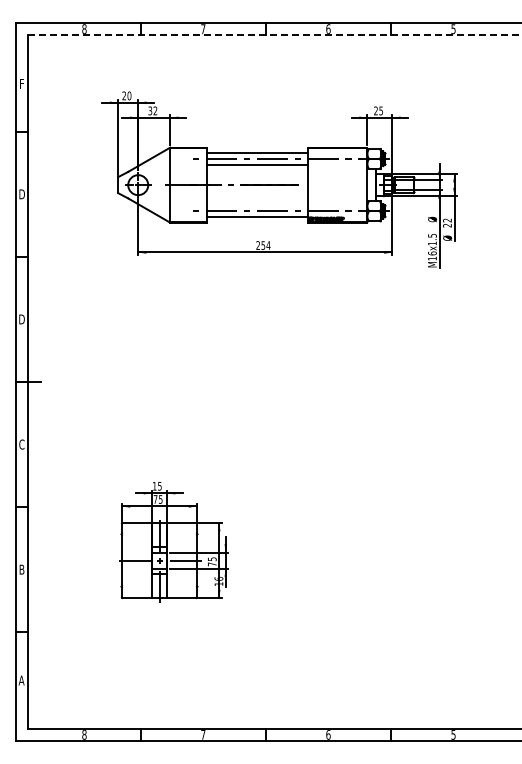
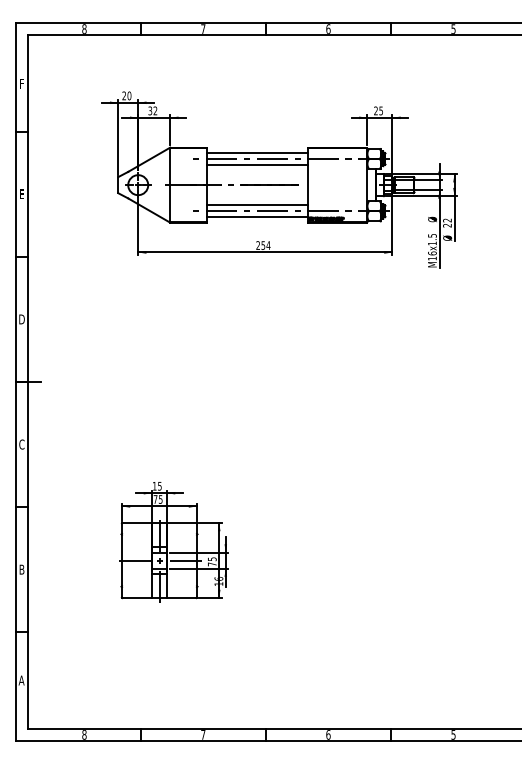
line at (275, 35): dashed -> solid
text at (21, 194): D -> E
line at (257, 205): none -> present
